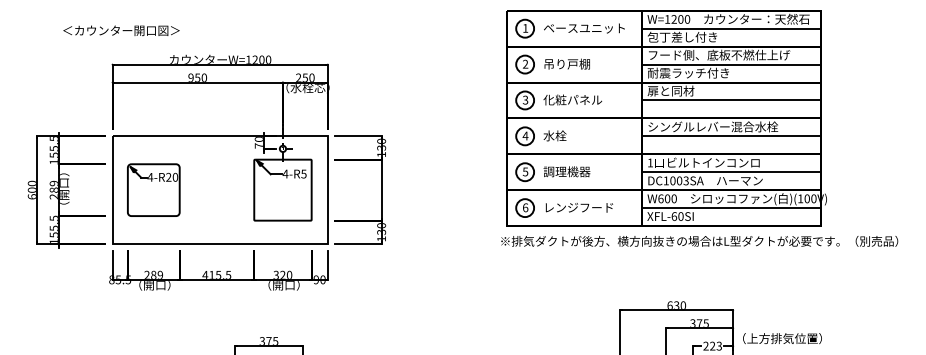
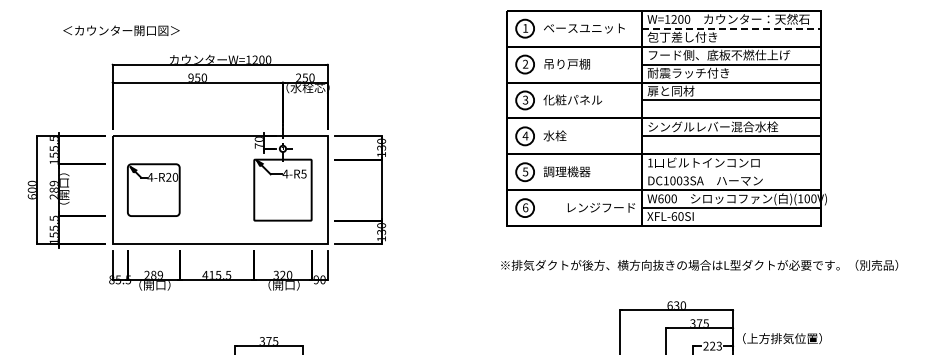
line at (731, 28): solid -> dashed
line at (731, 172): present -> none
text at (579, 207) position: (579, 207) -> (601, 207)
text at (699, 241) position: (699, 241) -> (699, 265)
